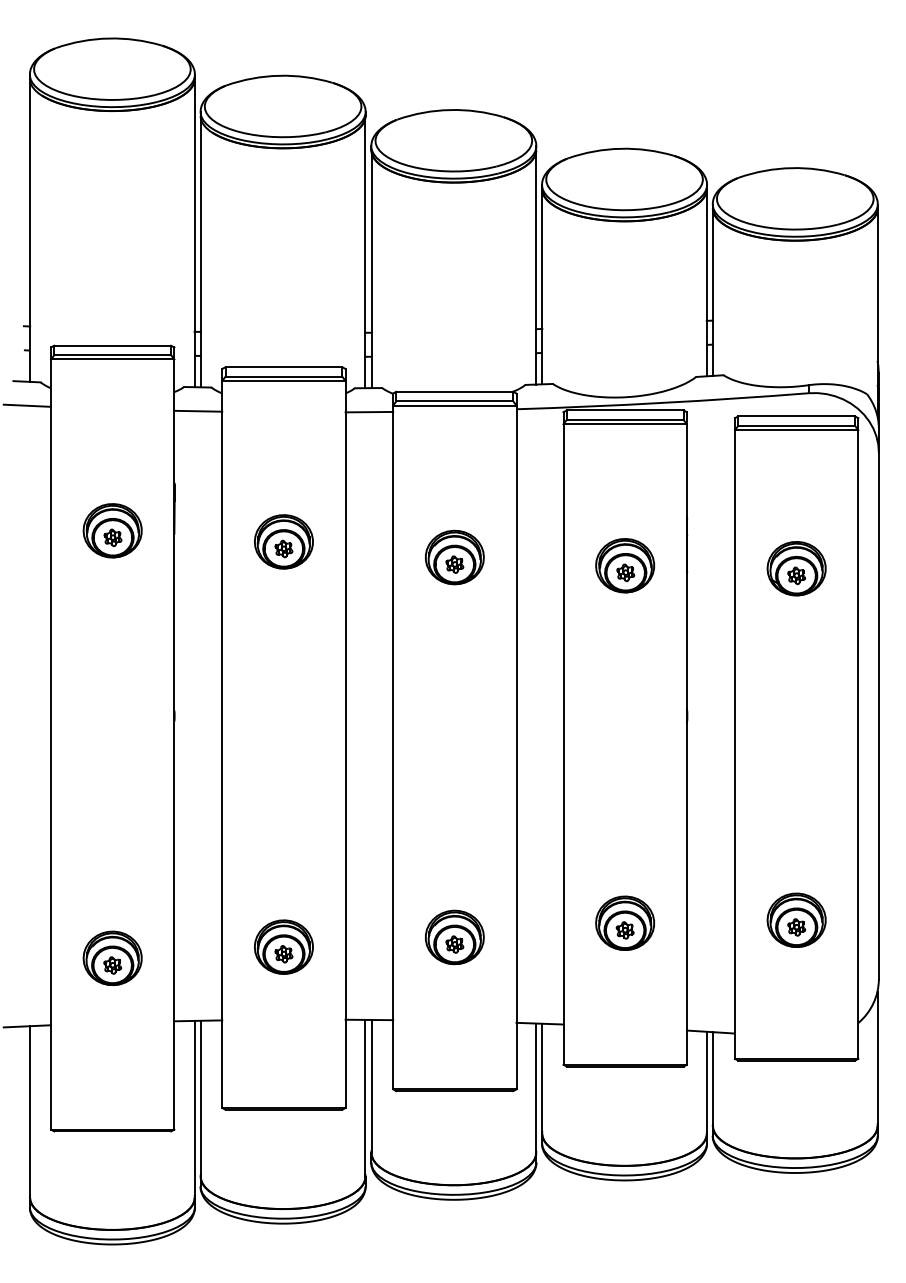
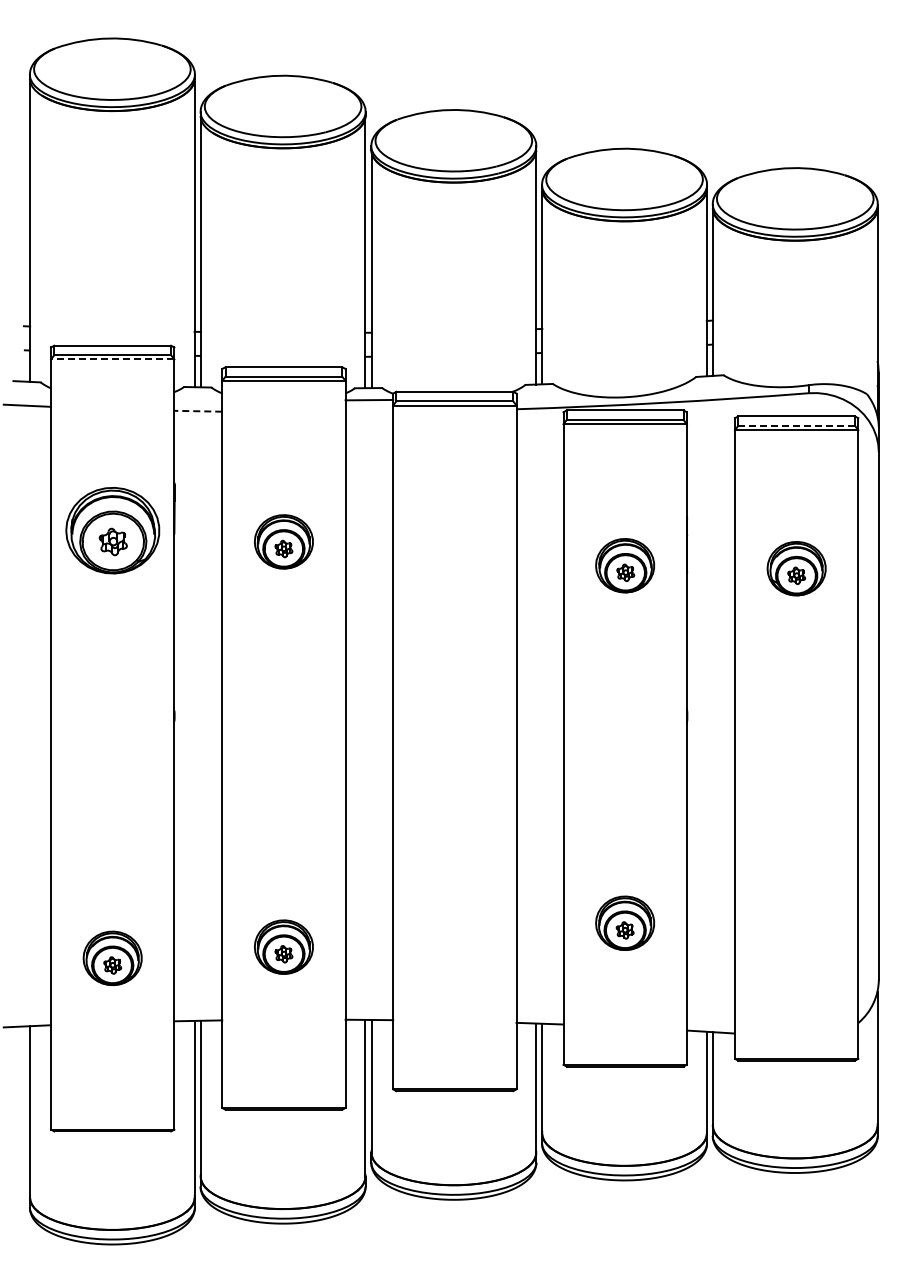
line at (112, 359): solid -> dashed
line at (198, 411): solid -> dashed
line at (369, 411) position: (369, 411) -> (369, 399)
line at (797, 425): solid -> dashed
part at (112, 530) size: 61x56 px -> 96x88 px
part at (454, 557): present -> none
part at (796, 919): present -> none
part at (454, 937): present -> none
